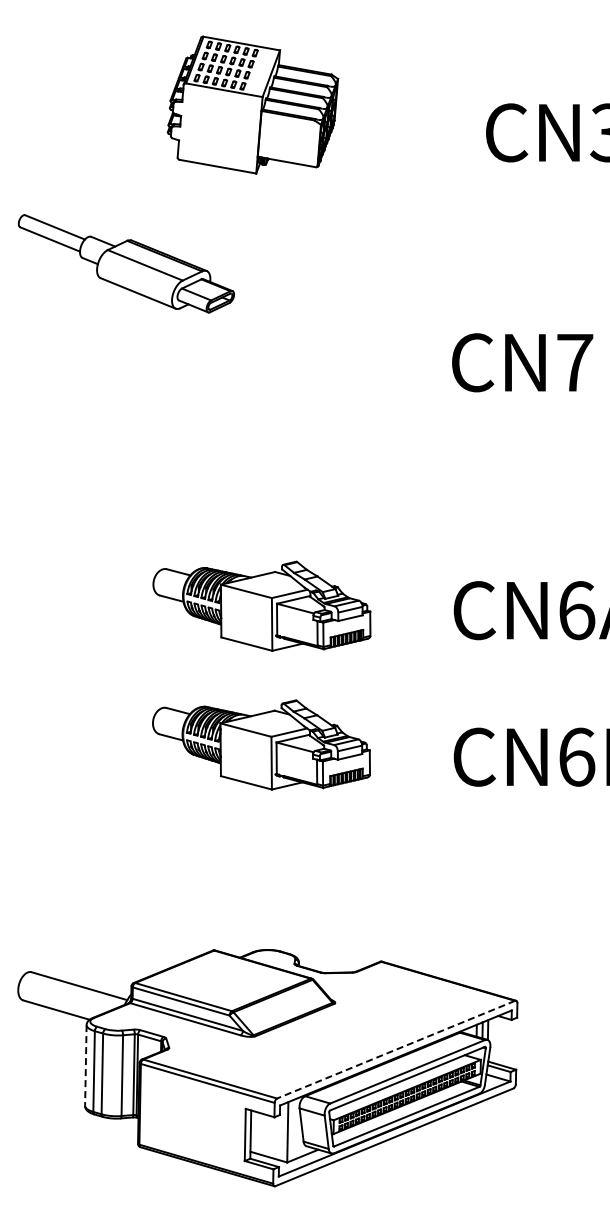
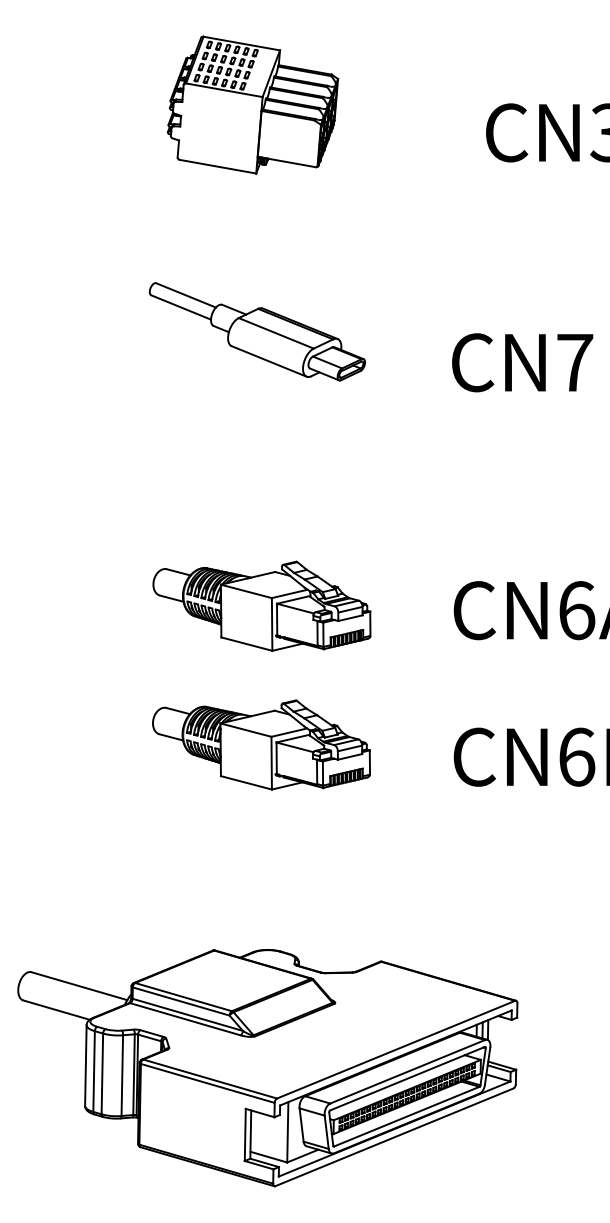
part at (125, 263) position: (125, 263) -> (256, 331)
line at (396, 1049): dashed -> solid
line at (85, 1065): dashed -> solid
